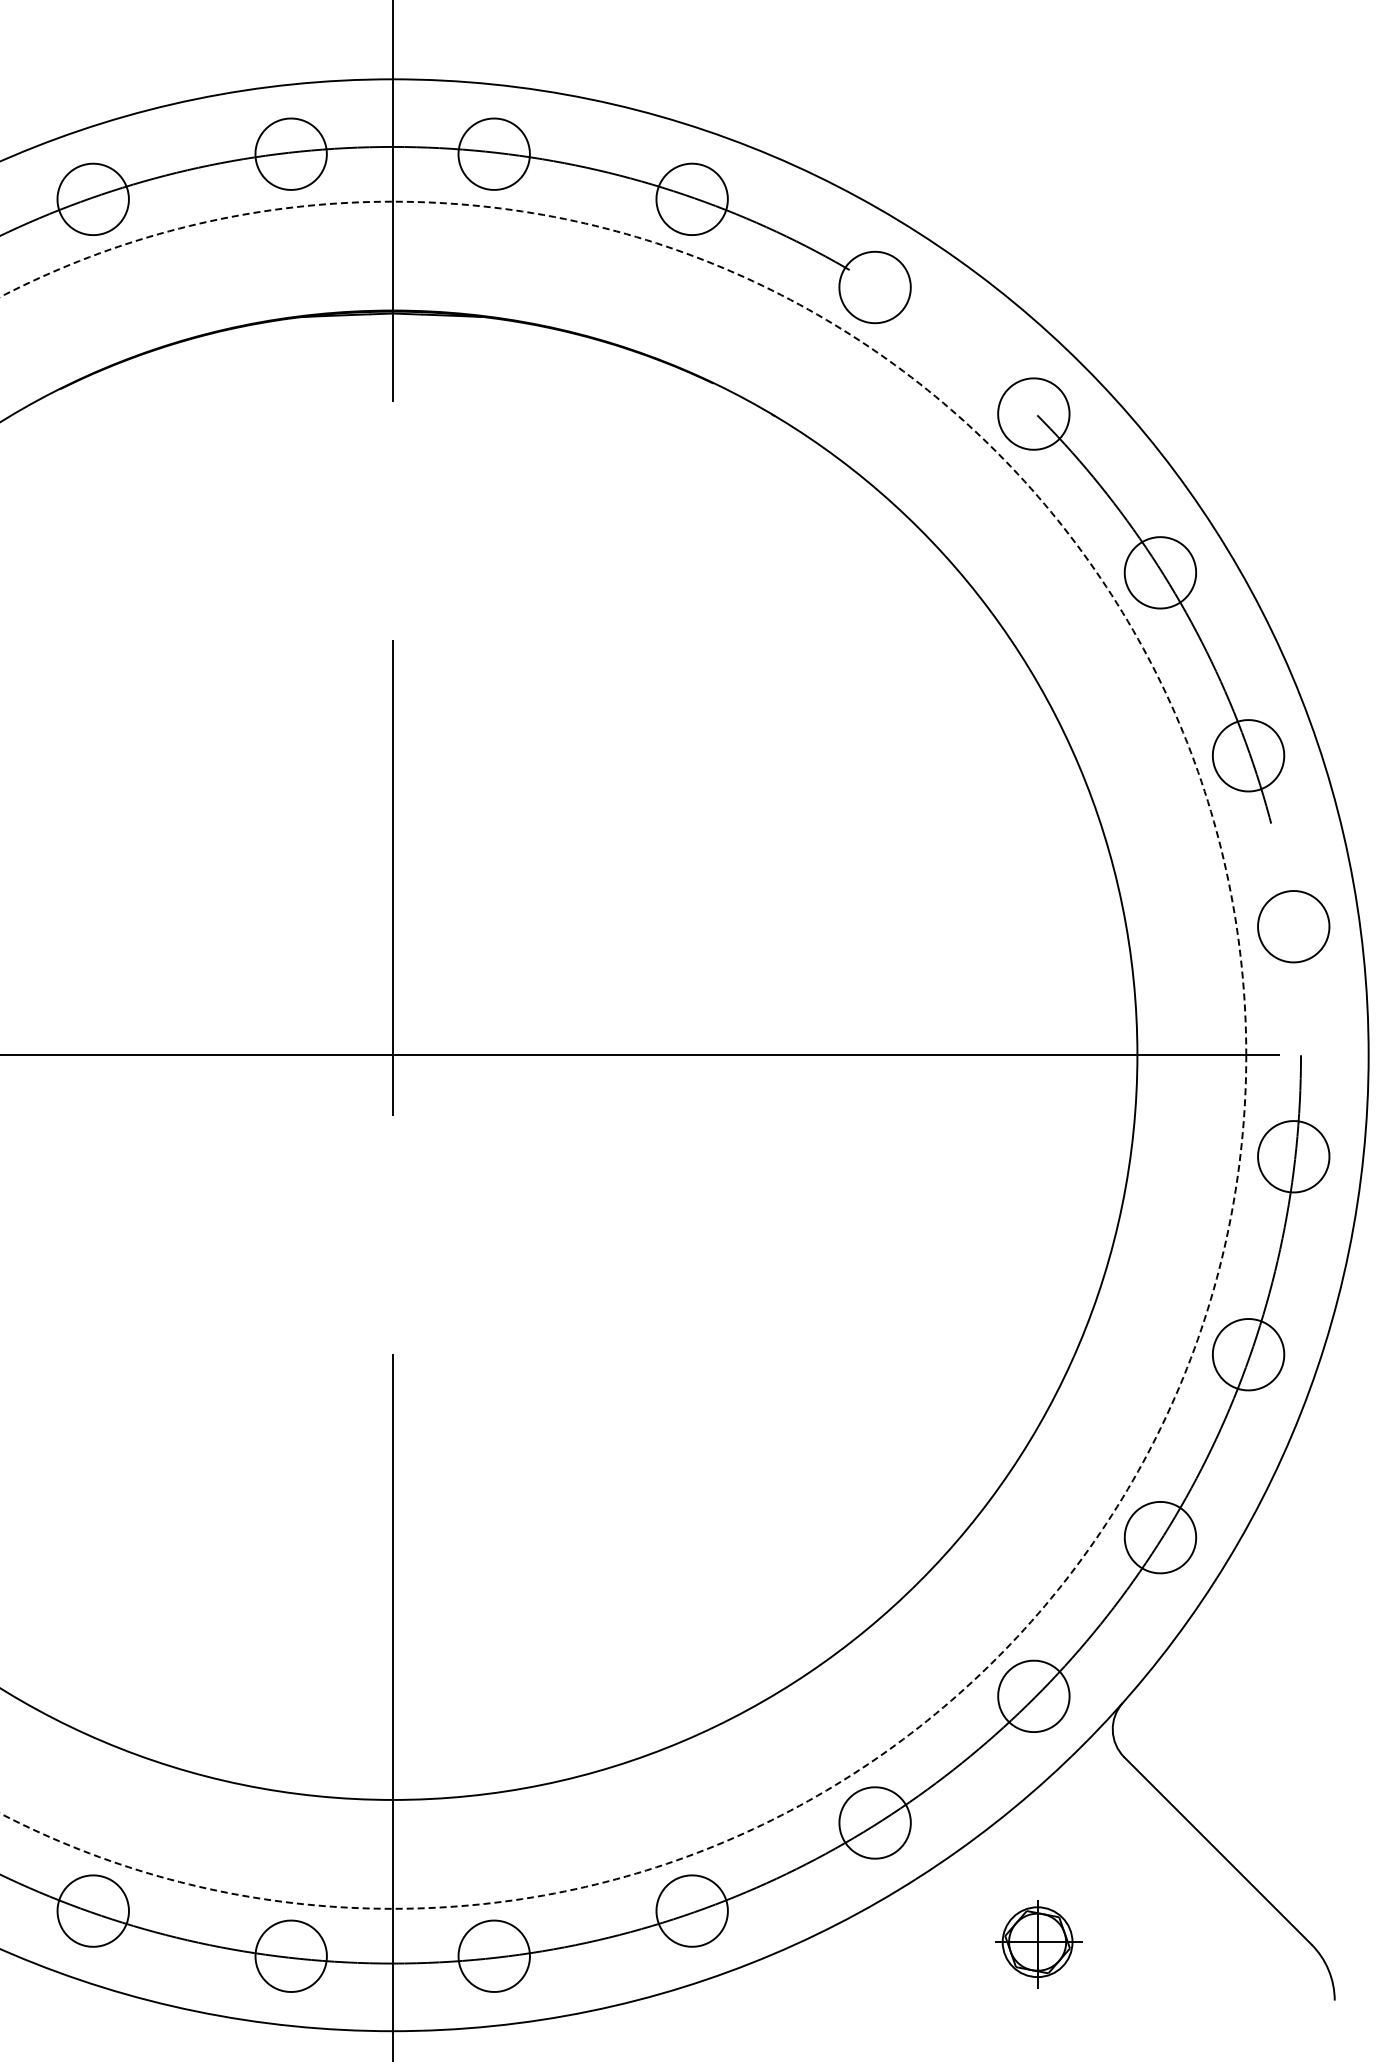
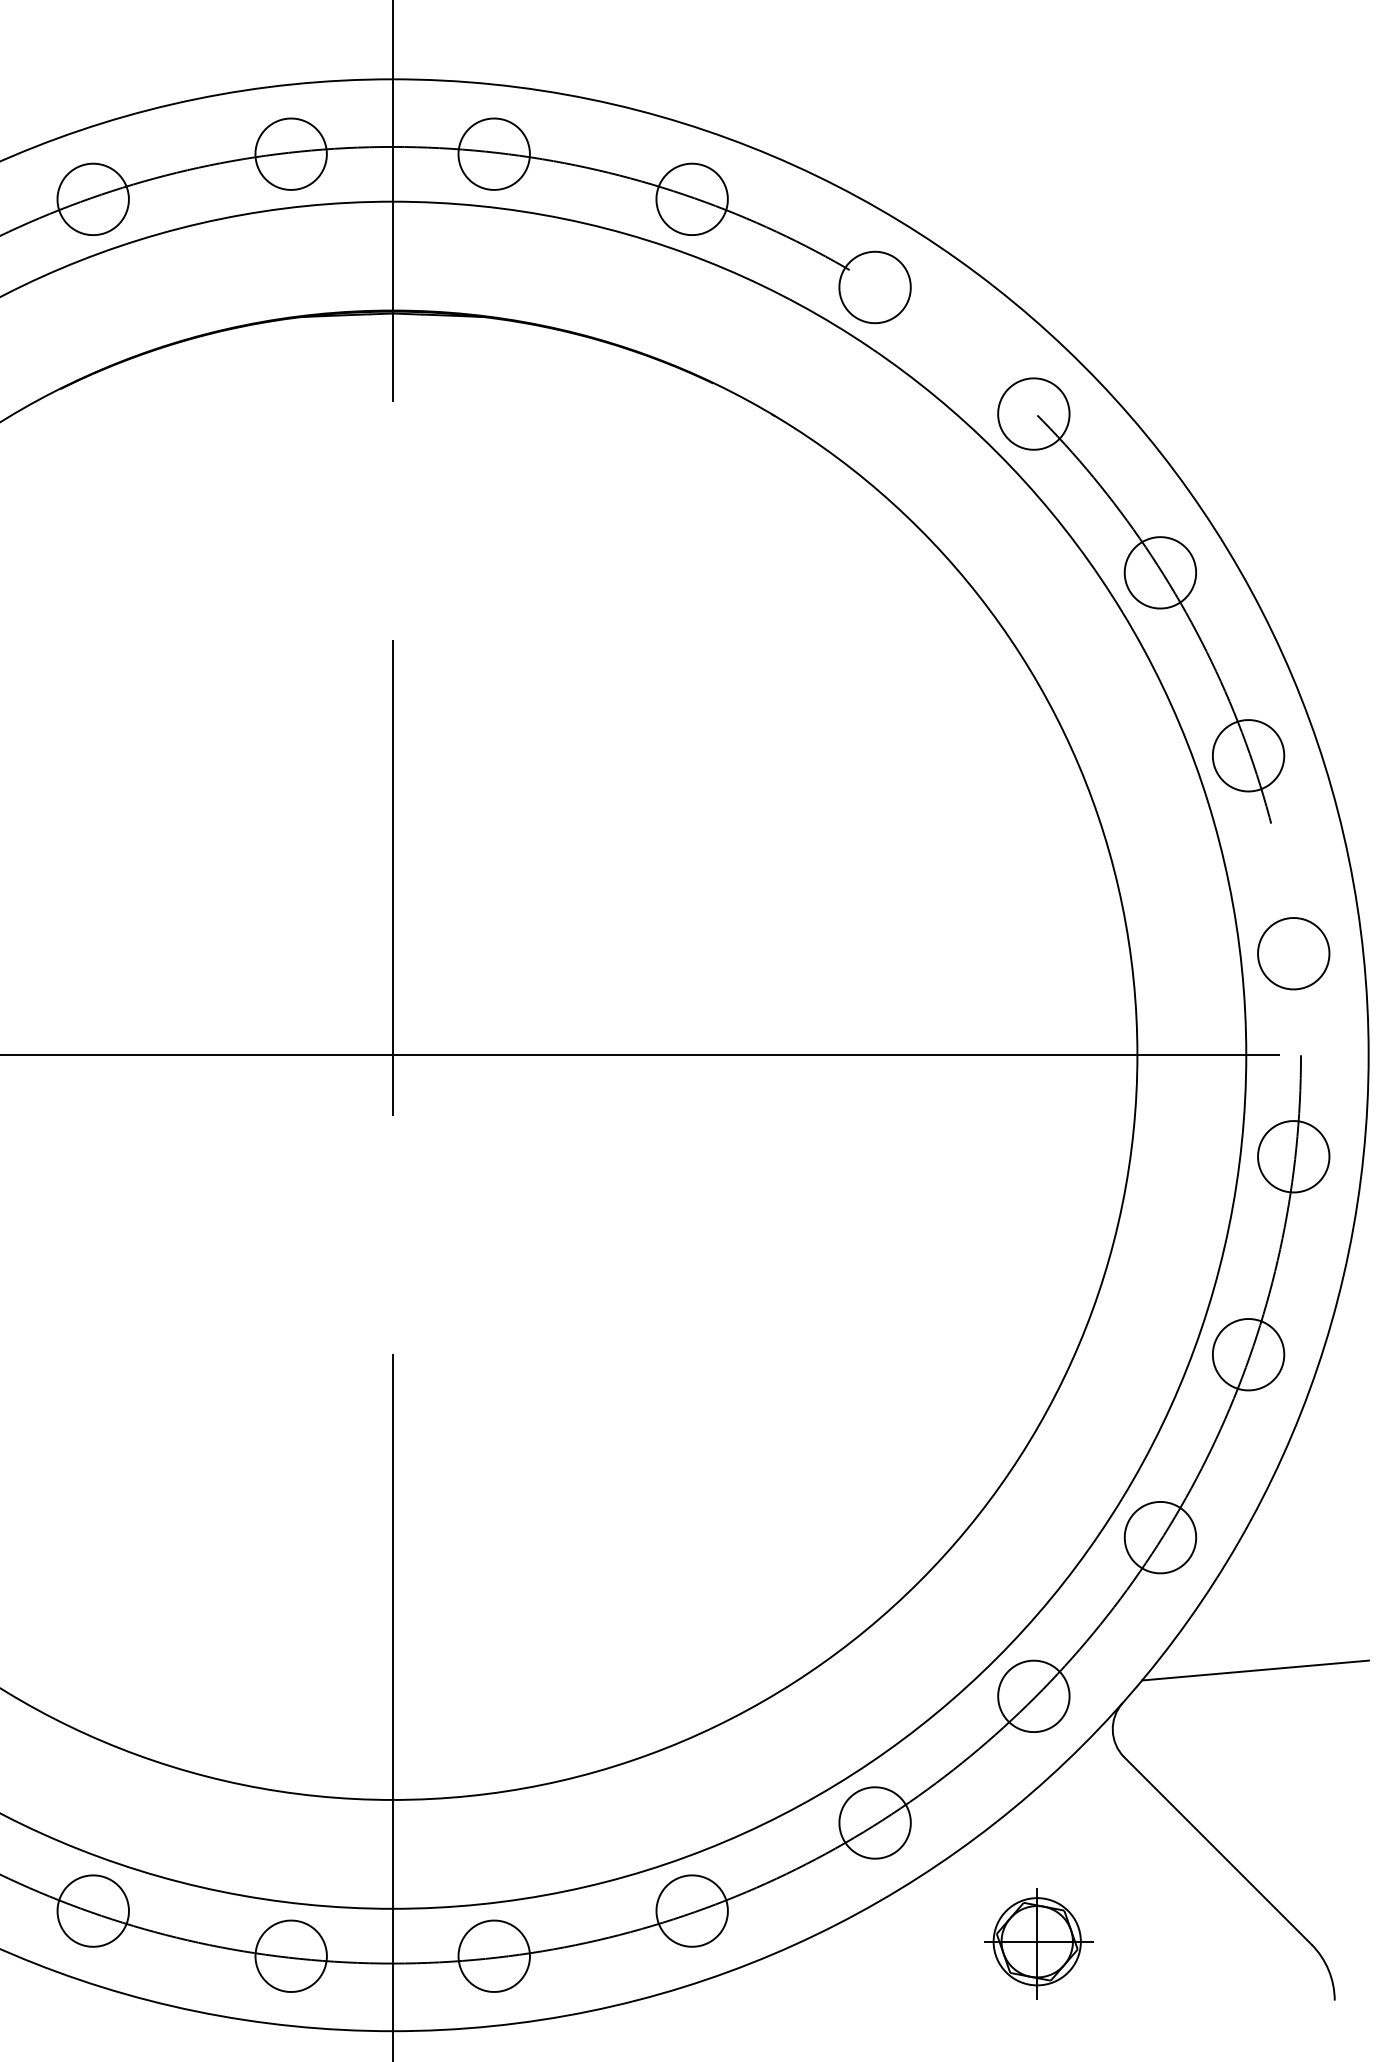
part at (1293, 926) position: (1293, 926) -> (1293, 953)
circle at (623, 1054): dashed -> solid
line at (1255, 1670): none -> present
part at (1038, 1944) size: 88x89 px -> 110x112 px
